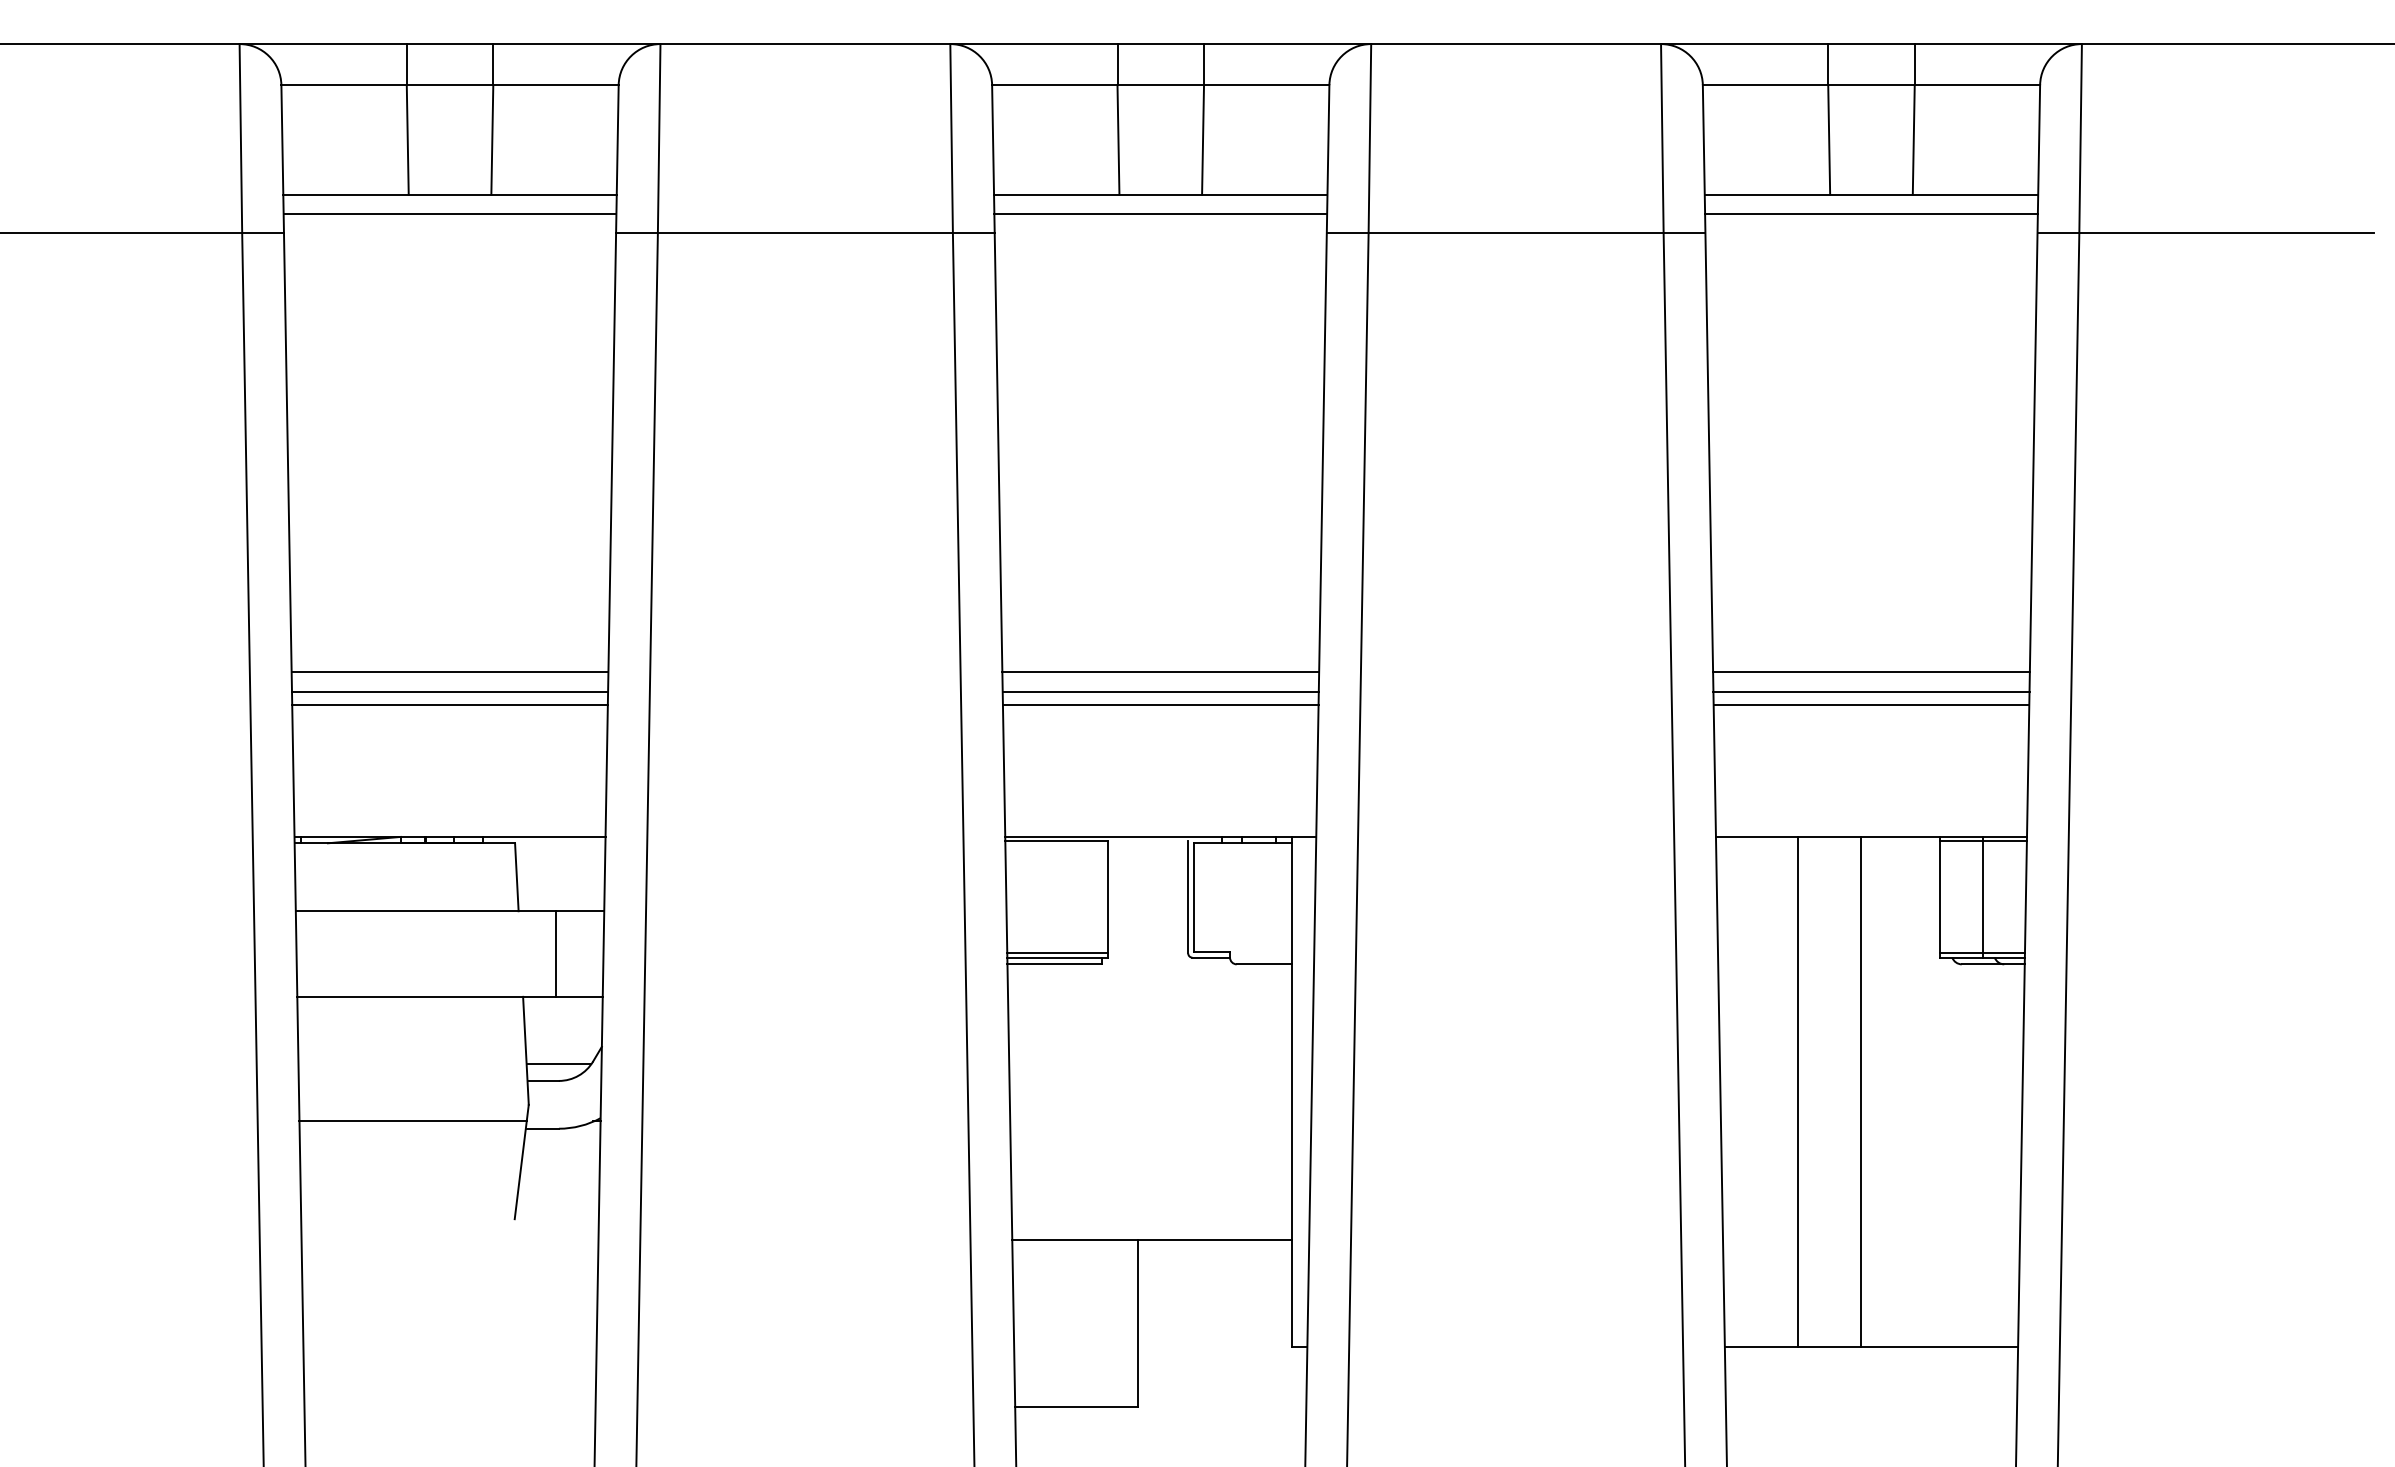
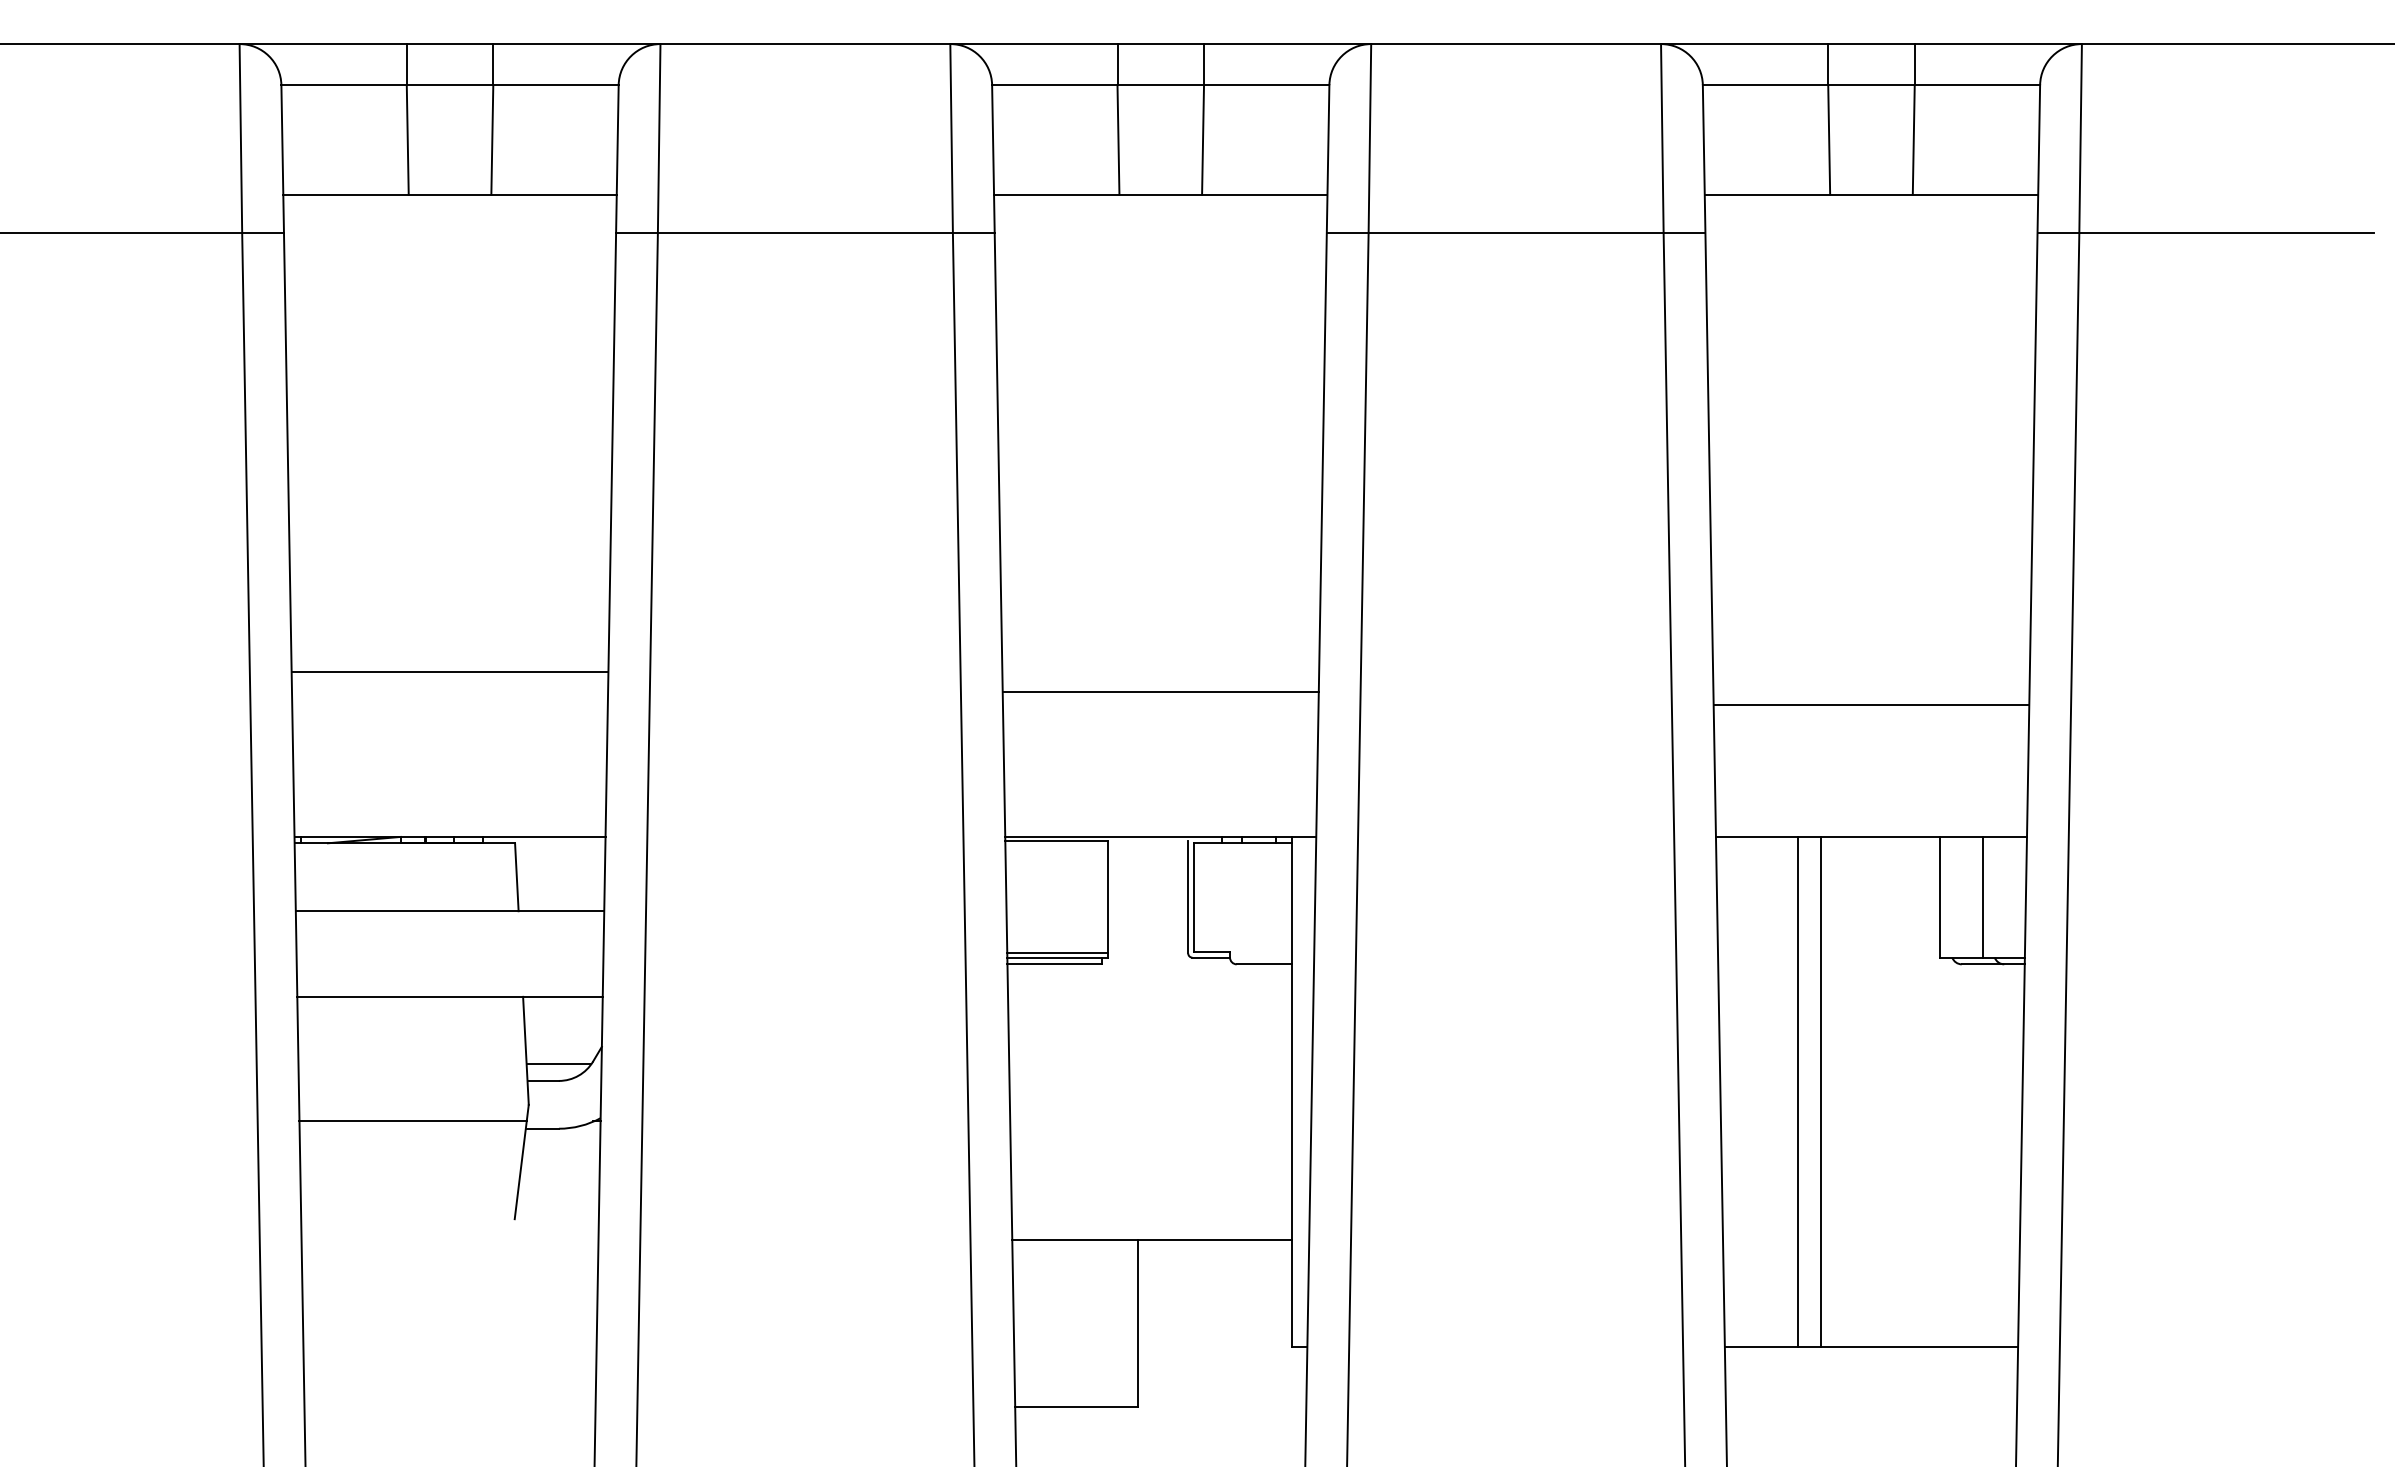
line at (449, 214): present -> none
line at (1160, 214): present -> none
line at (1871, 214): present -> none
line at (1160, 672): present -> none
line at (1871, 672): present -> none
line at (450, 692): present -> none
line at (1871, 692): present -> none
line at (449, 704): present -> none
line at (1160, 704): present -> none
line at (1983, 841): present -> none
line at (556, 953): present -> none
line at (1982, 953): present -> none
line at (1861, 1091) position: (1861, 1091) -> (1821, 1091)
